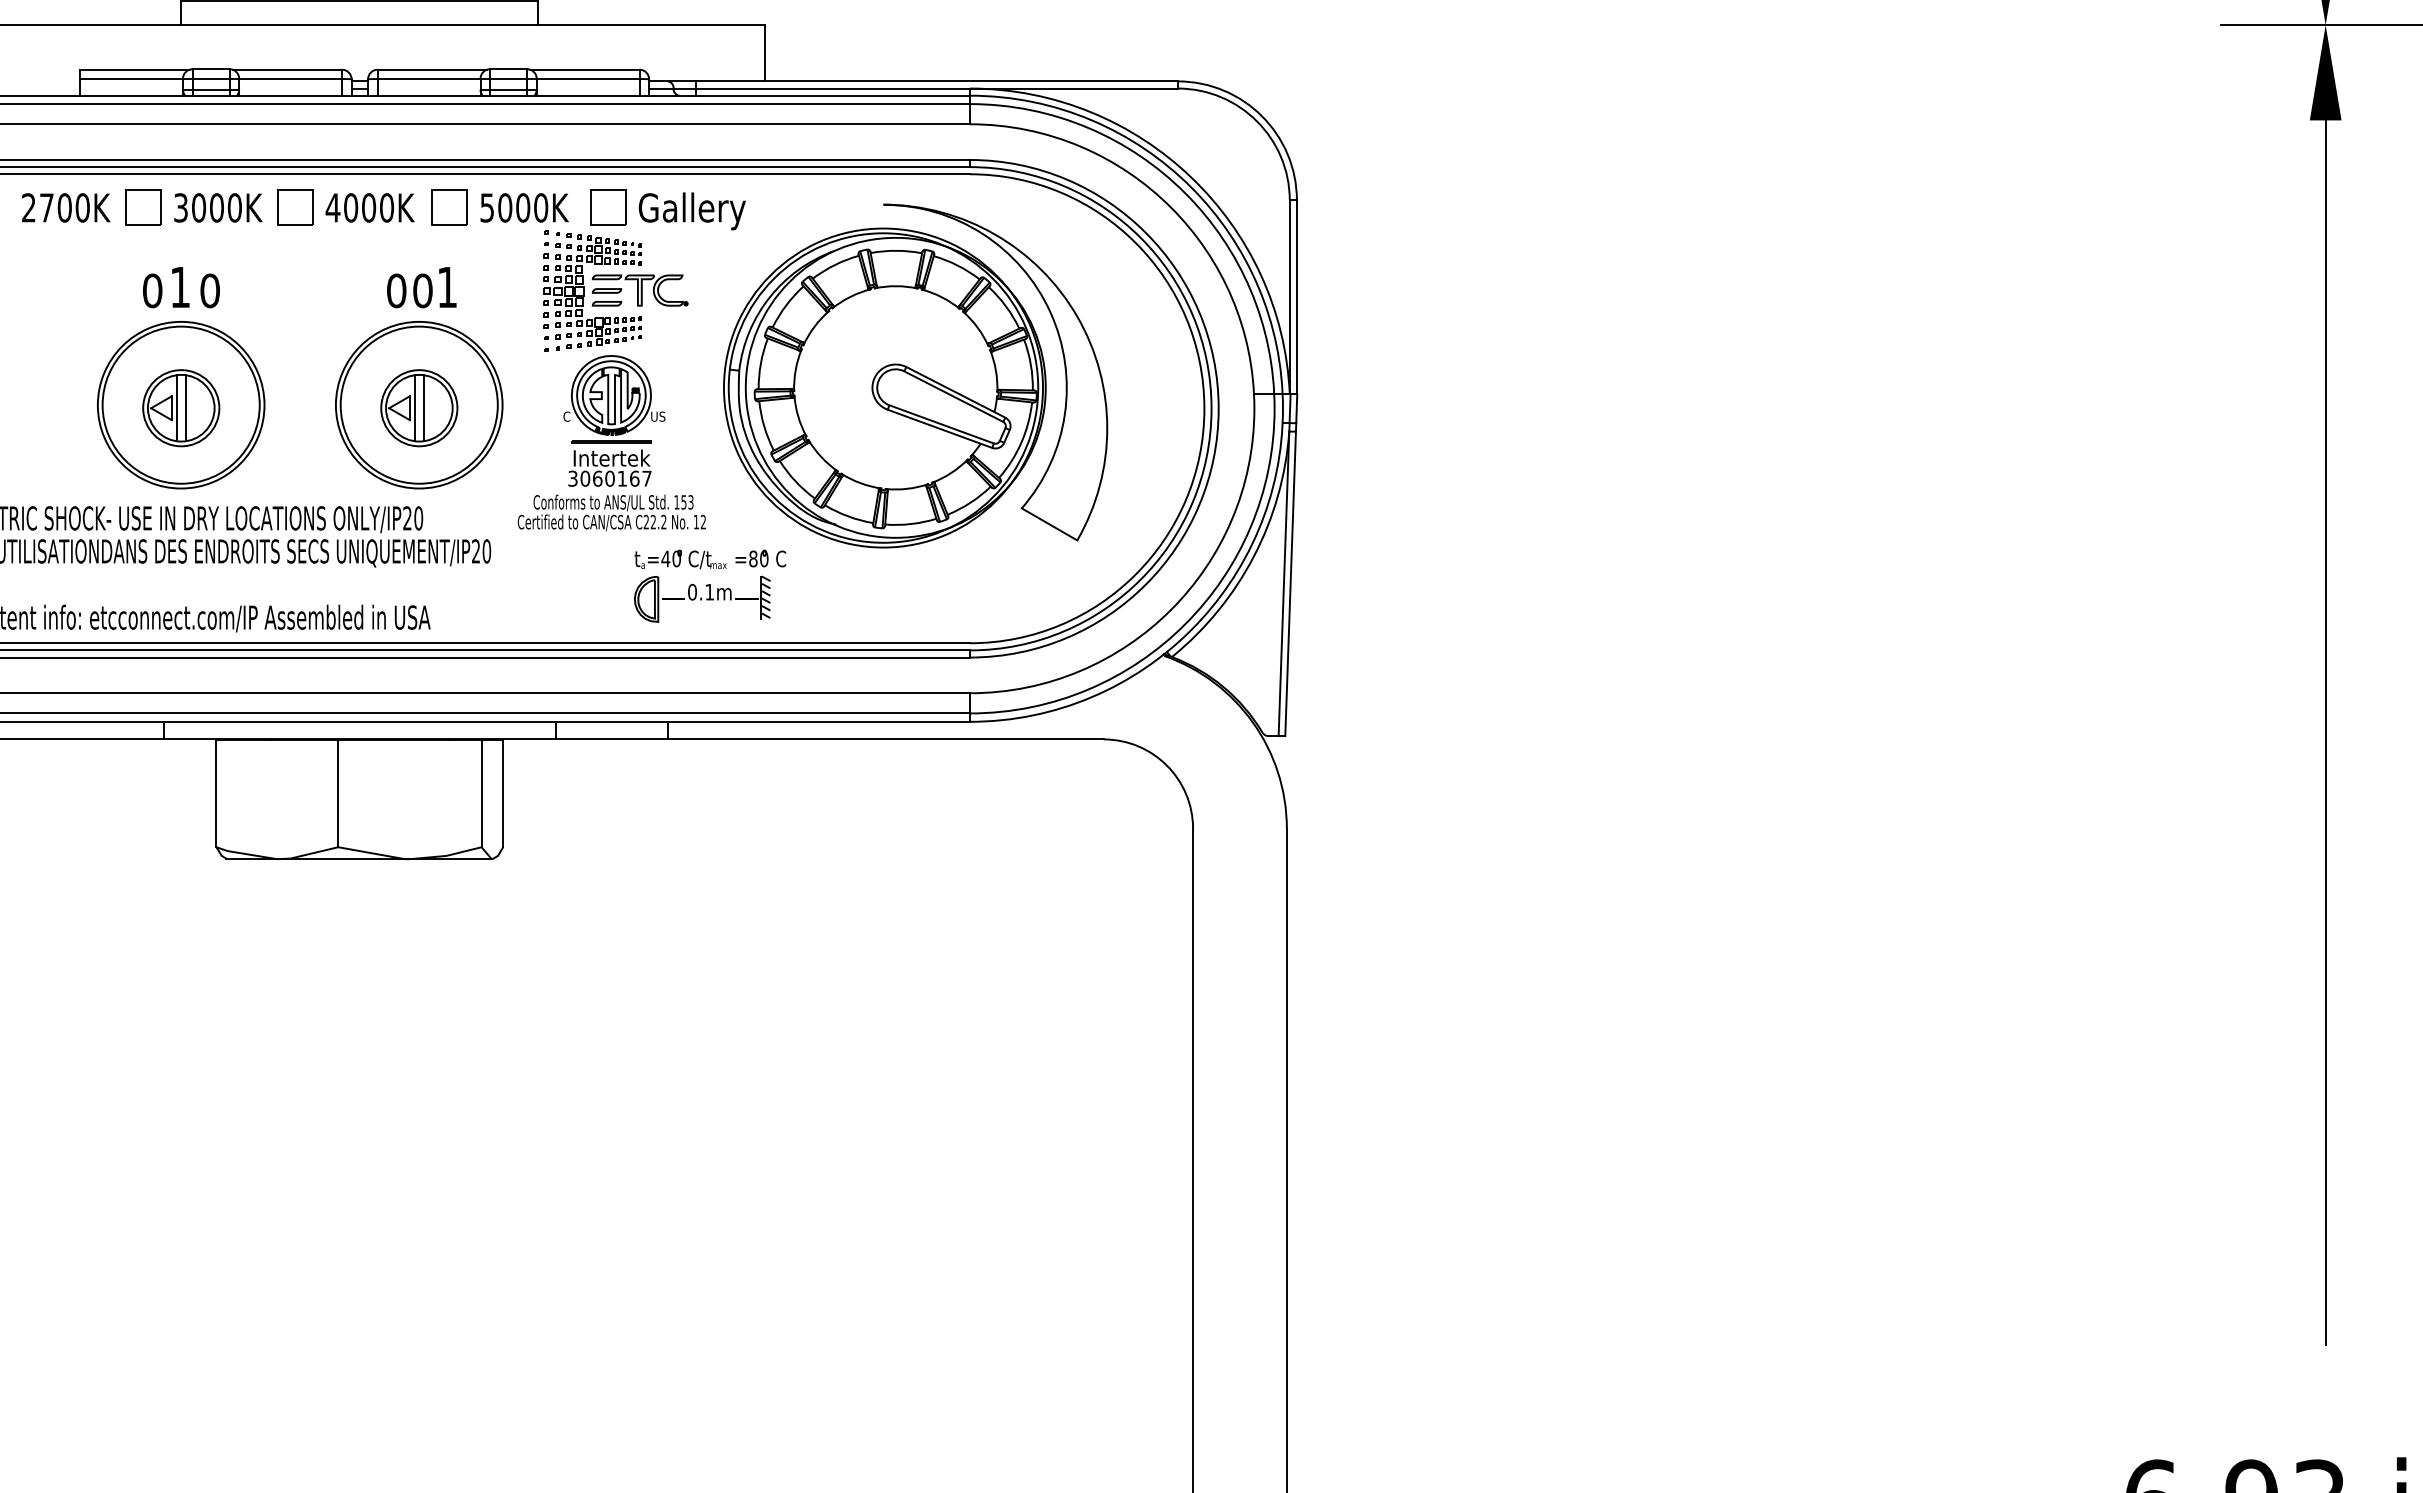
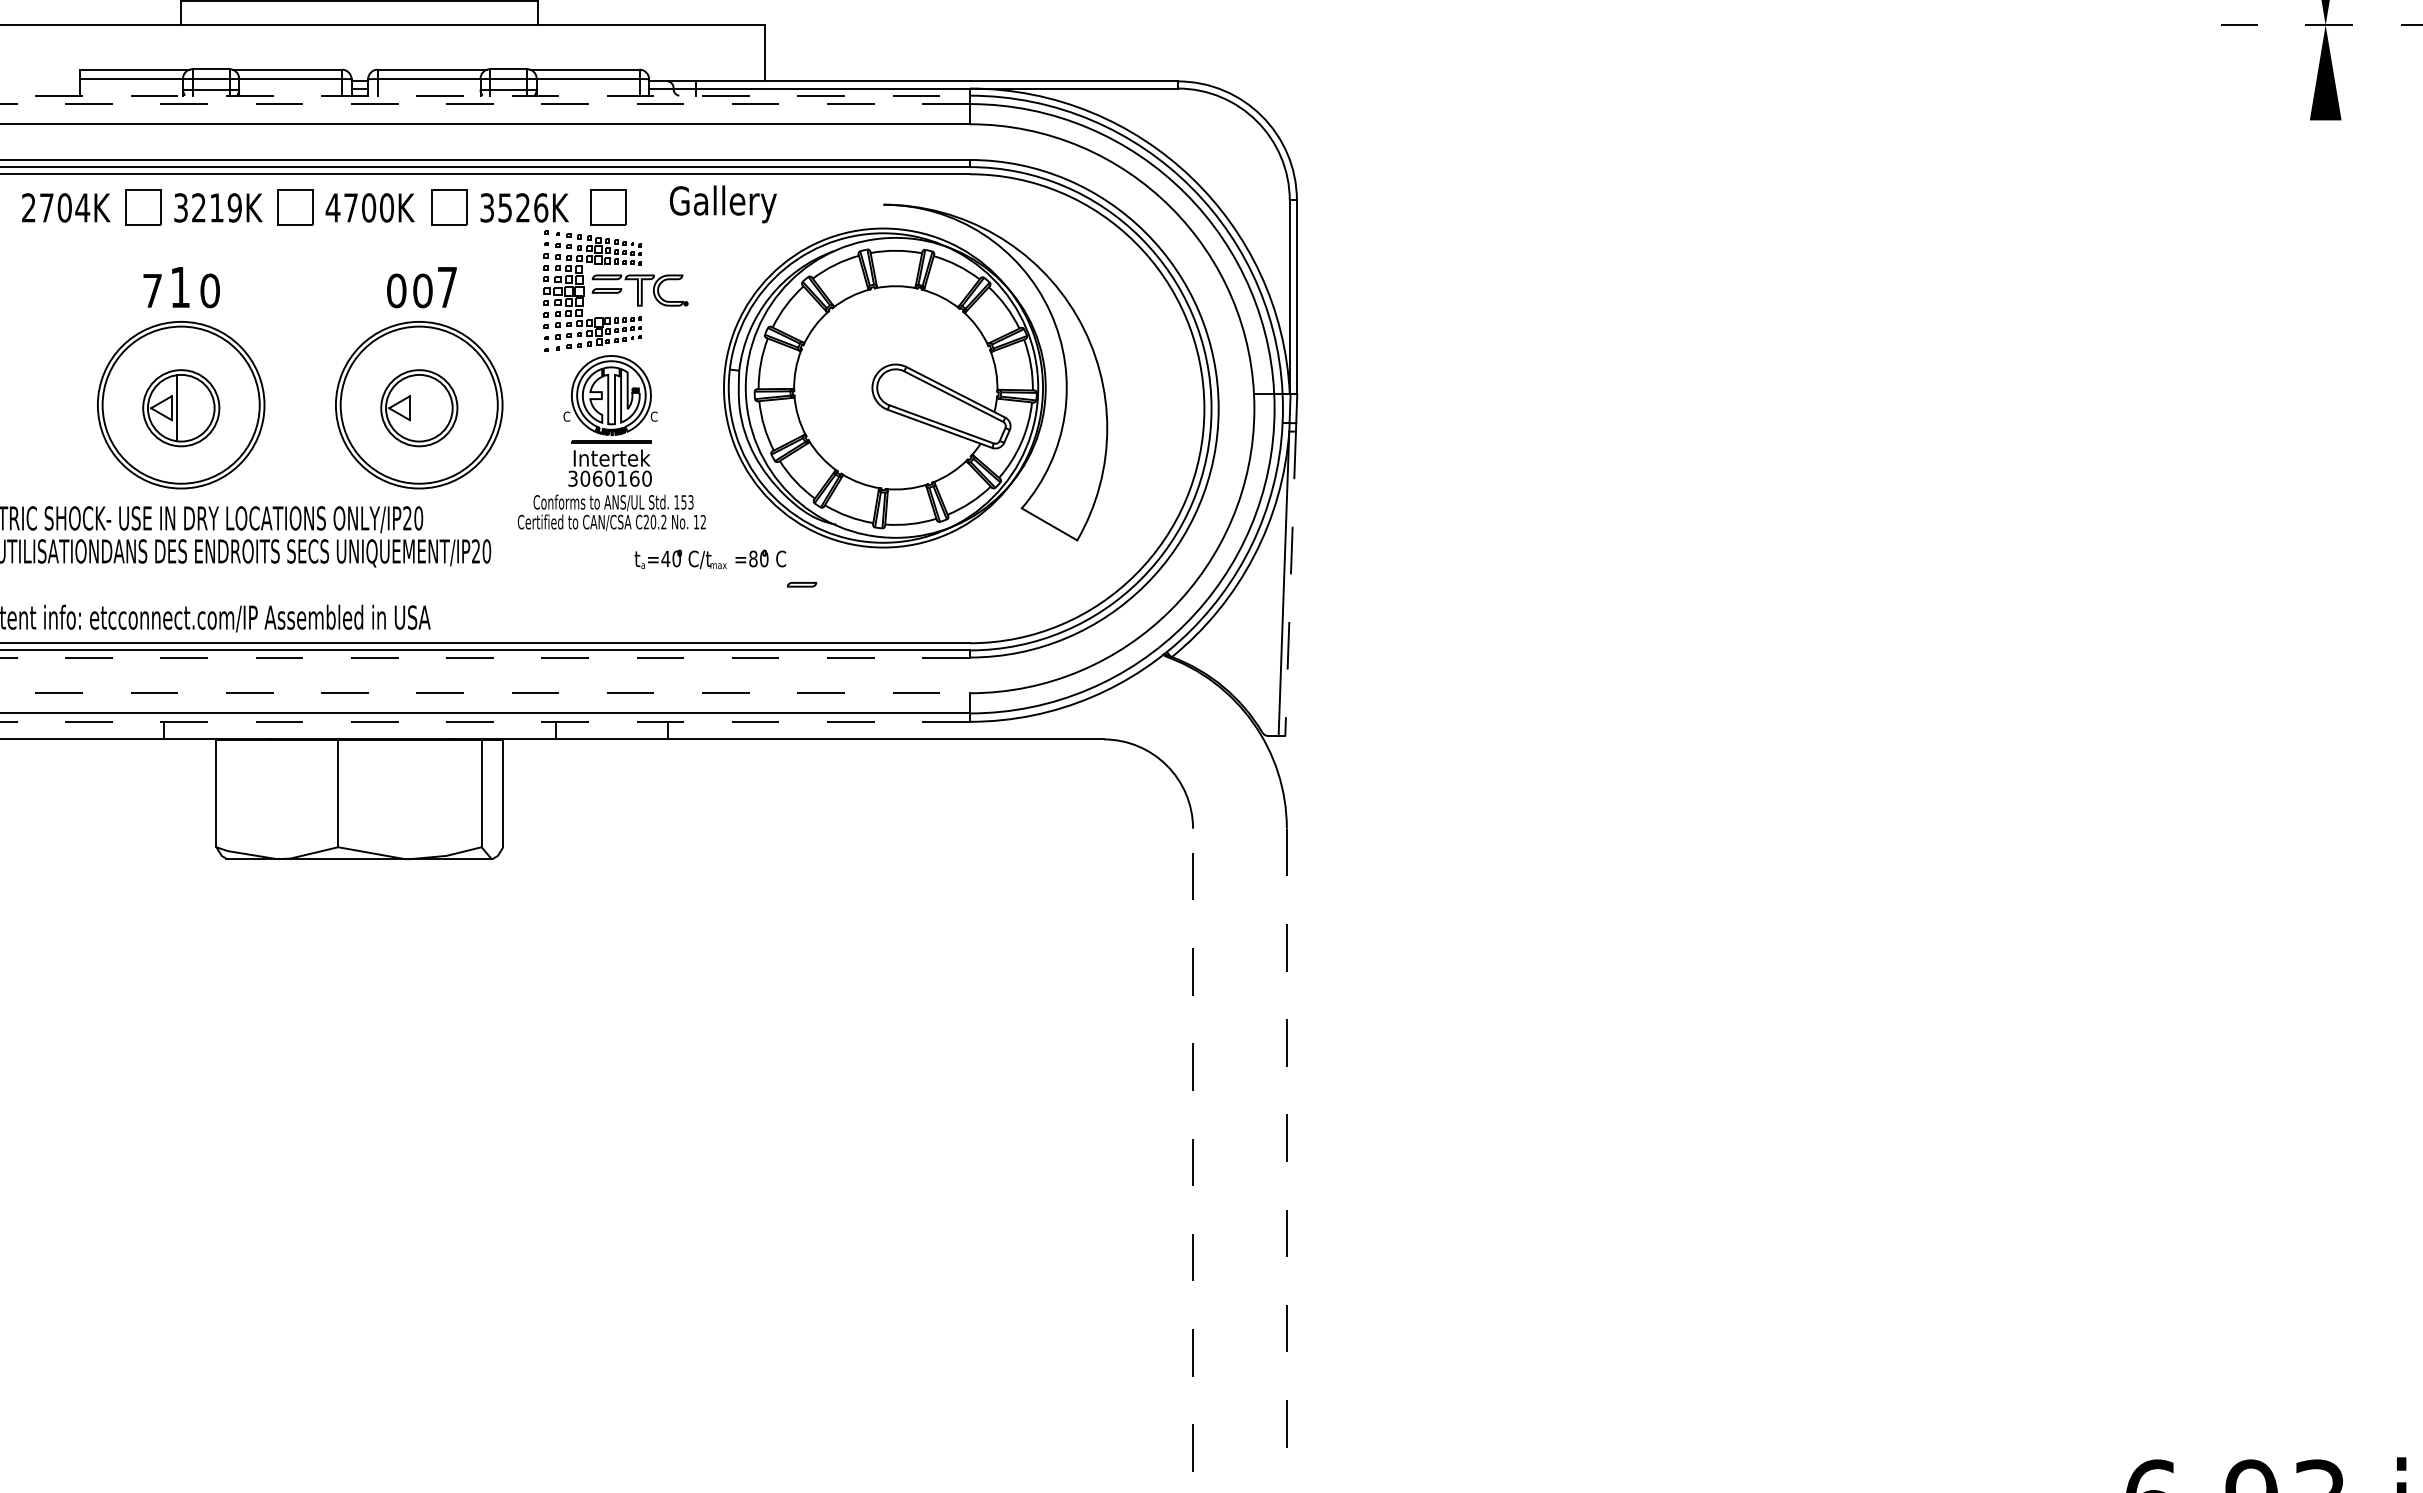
line at (2321, 25): solid -> dashed
line at (485, 95): solid -> dashed
line at (485, 104): solid -> dashed
text at (82, 207): 2700K -> 2704K
text at (216, 207): 3000K -> 3219K
text at (351, 207): 4000K -> 4700K
text at (514, 207): 5000K -> 3526K
text at (691, 211) position: (691, 211) -> (722, 204)
text at (447, 287): 1 -> 7
text at (152, 290): 0 -> 7
part at (606, 303) position: (606, 303) -> (801, 584)
line at (186, 408): present -> none
line at (414, 408): present -> none
line at (424, 408): present -> none
text at (657, 416): US -> C
text at (646, 478): 3060167 -> 3060160
text at (653, 522): C22.2 -> C20.2
line at (1290, 584): solid -> dashed
part at (702, 598): present -> none
line at (485, 657): solid -> dashed
line at (485, 693): solid -> dashed
line at (485, 721): solid -> dashed
line at (2325, 732): present -> none
line at (1193, 1160): solid -> dashed
line at (1286, 1160): solid -> dashed
